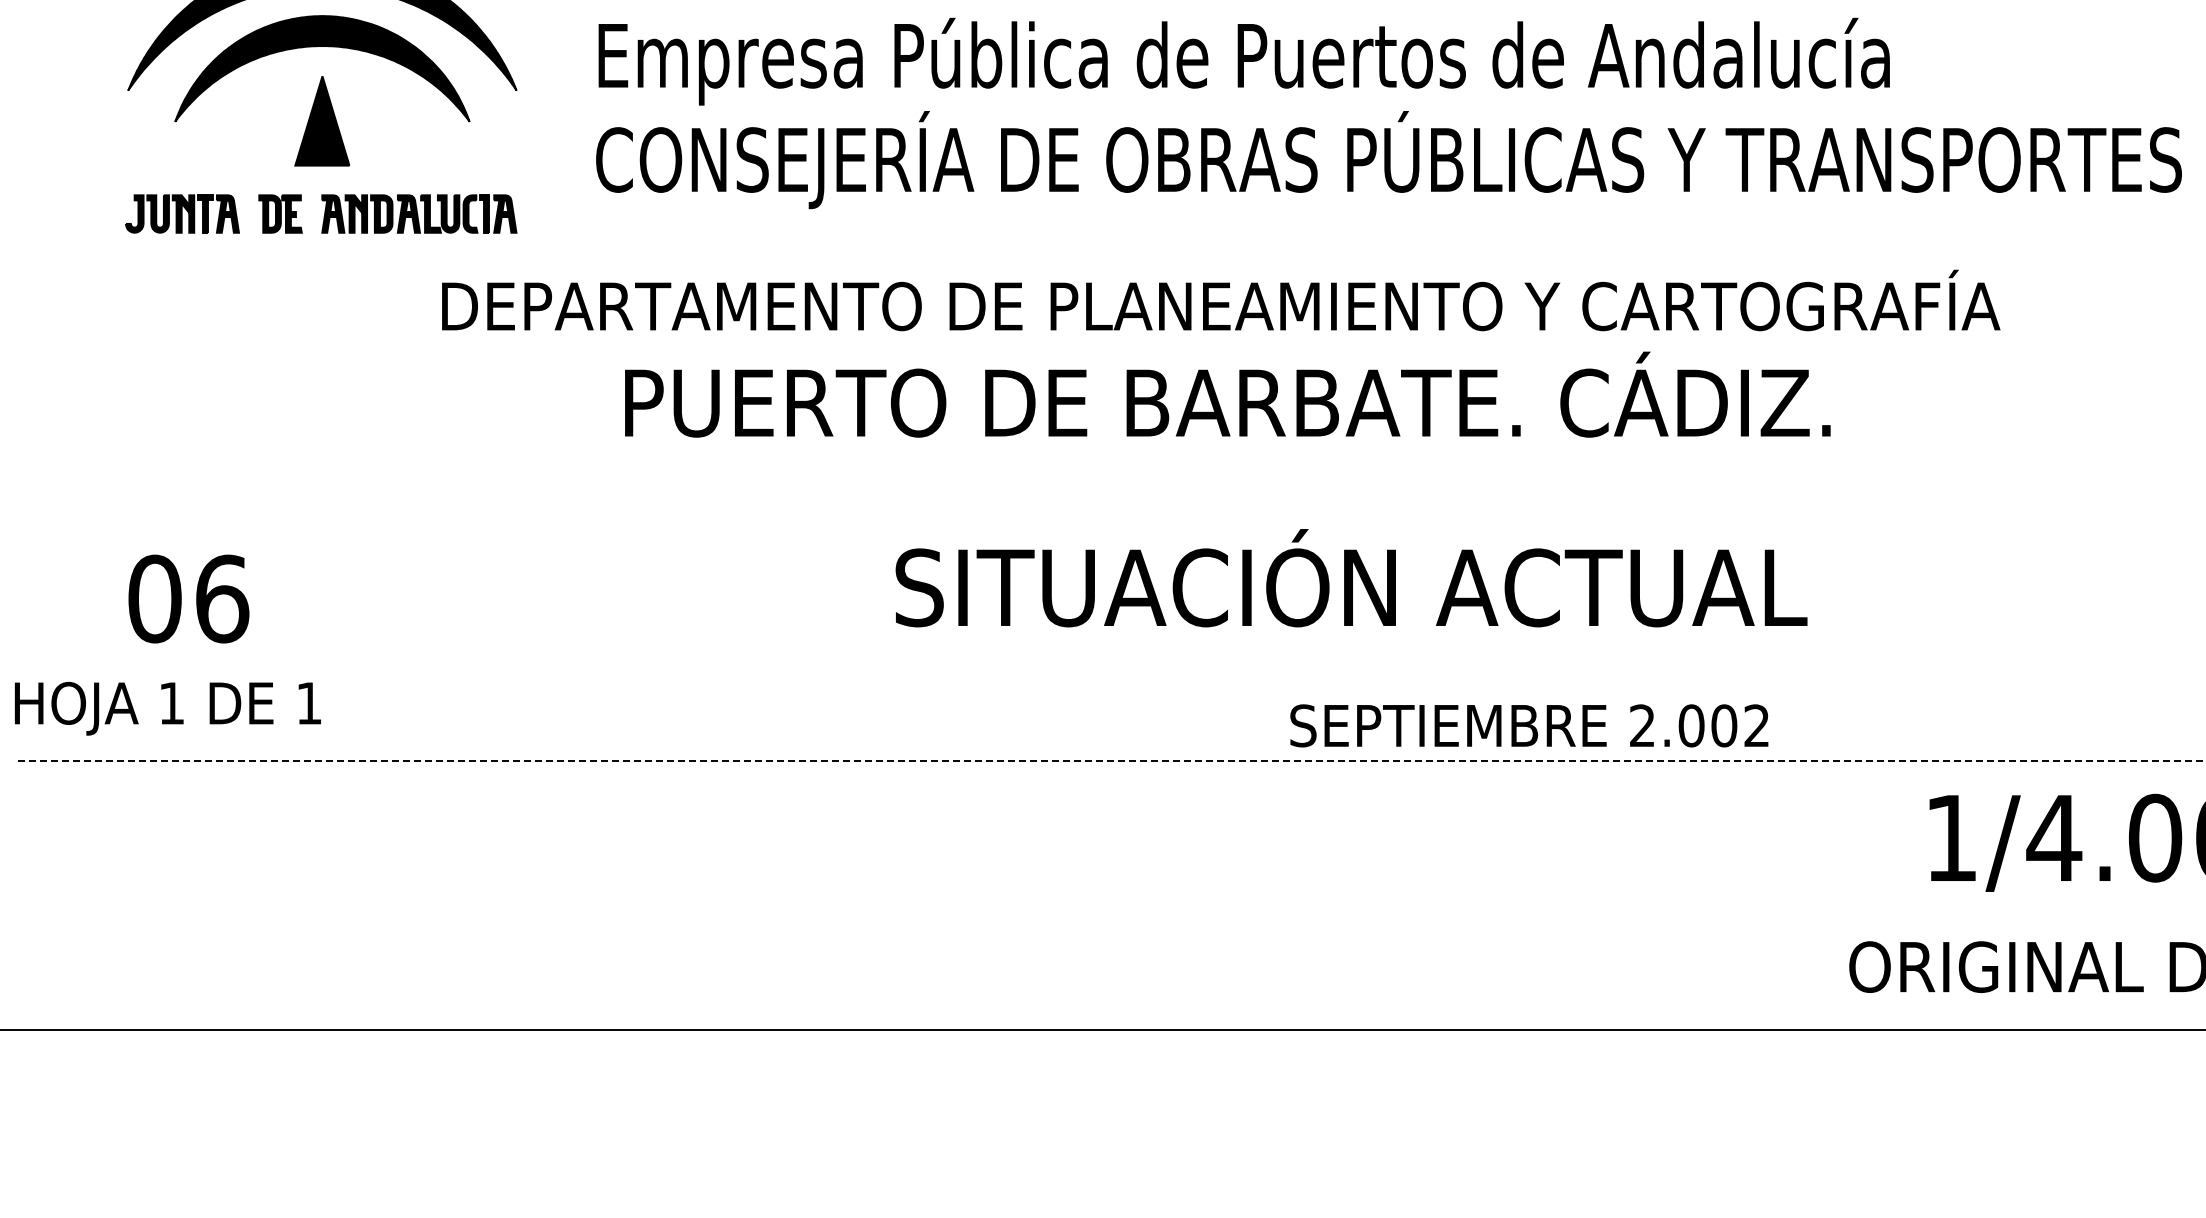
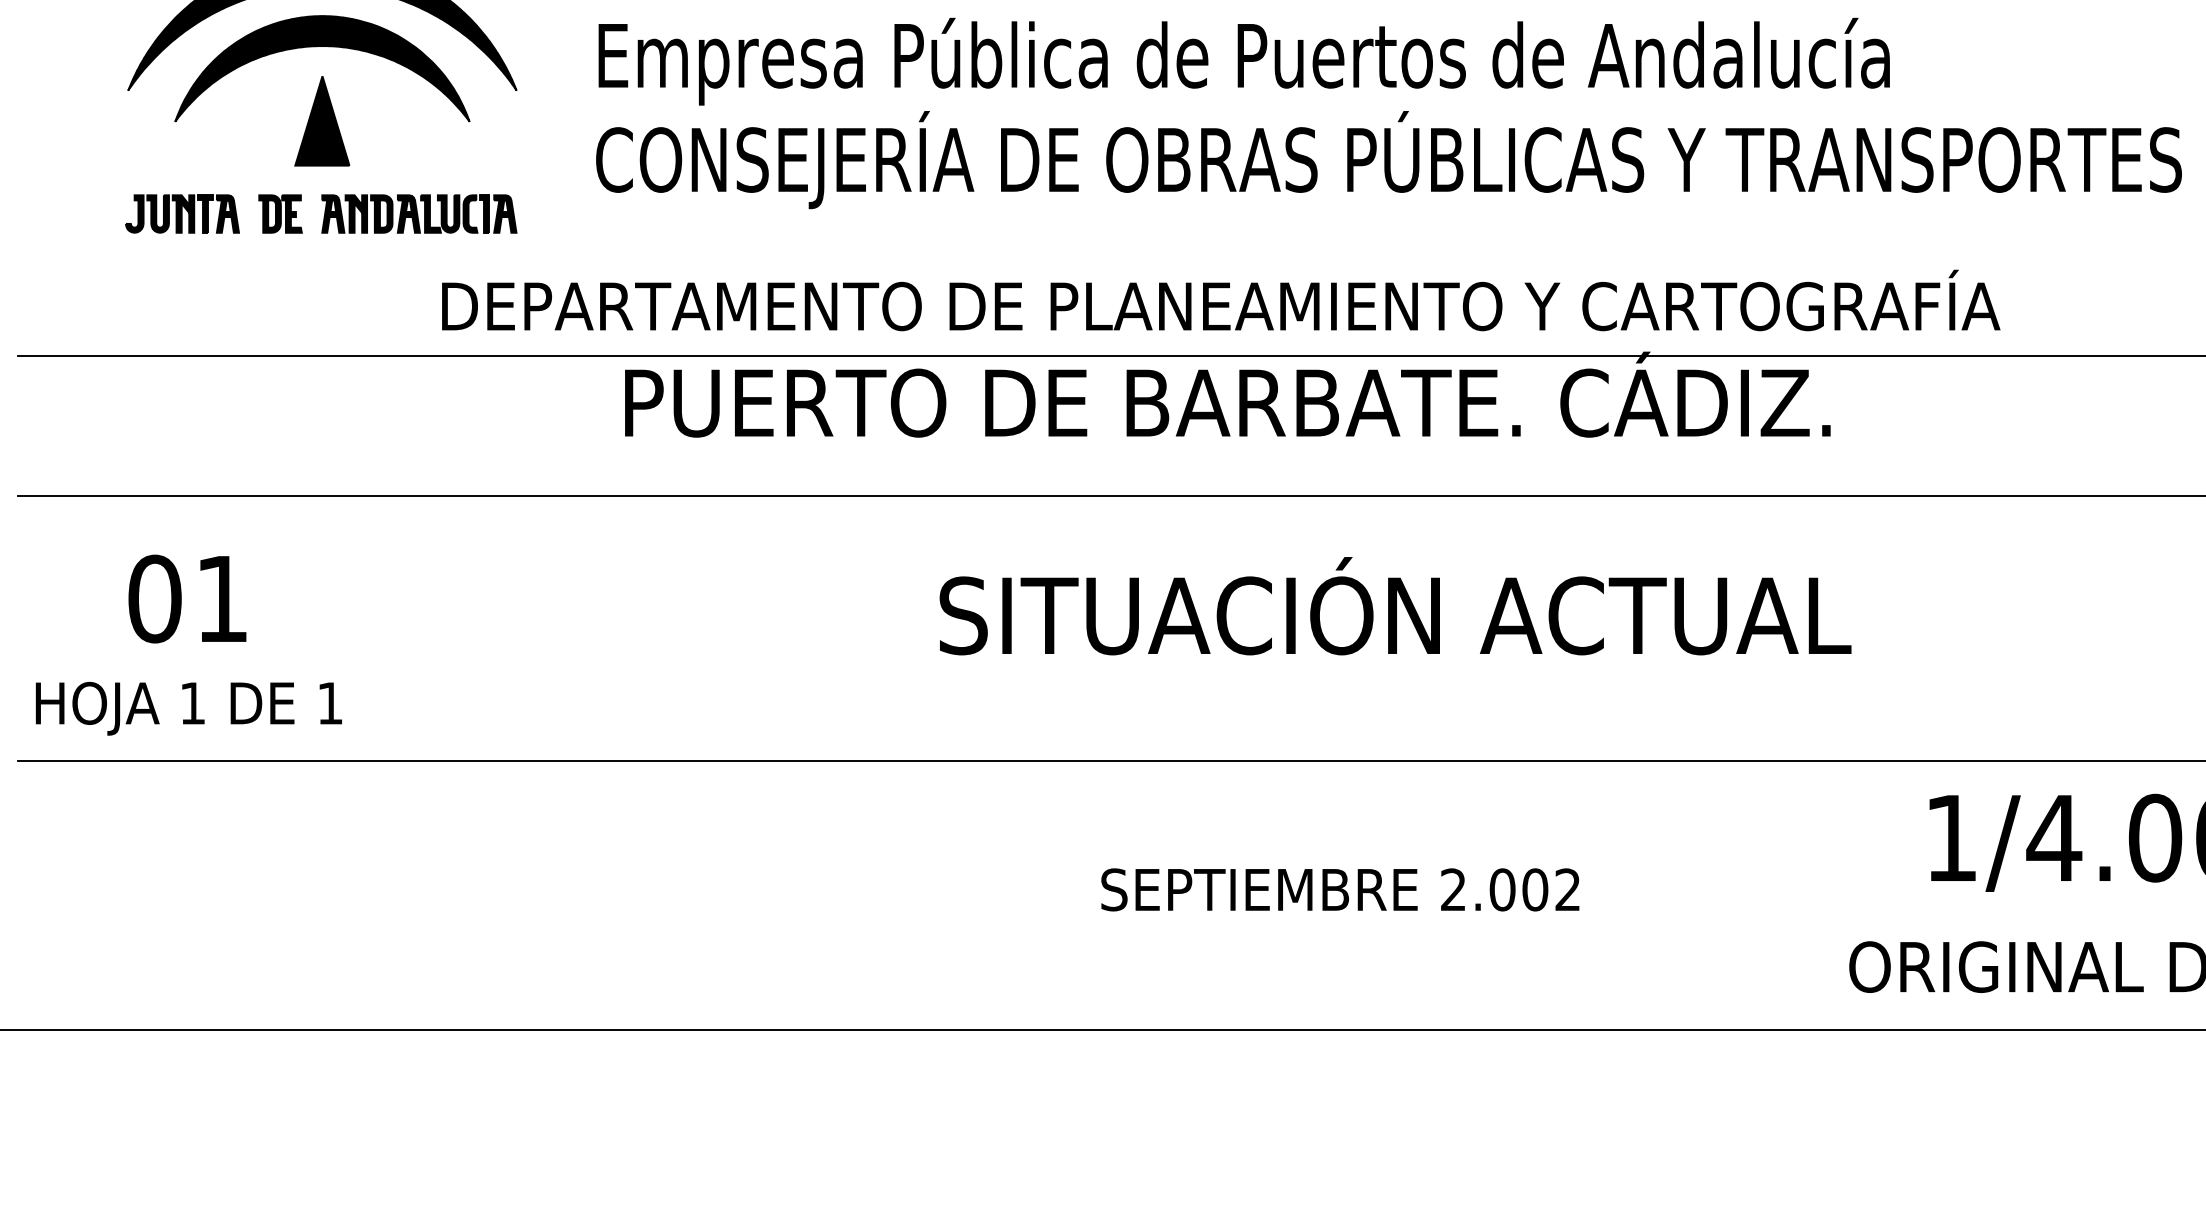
line at (1109, 355): none -> present
line at (1109, 496): none -> present
text at (1351, 578) position: (1351, 578) -> (1395, 606)
text at (222, 598): 06 -> 01
text at (167, 708) position: (167, 708) -> (188, 708)
text at (1529, 725) position: (1529, 725) -> (1340, 889)
line at (1112, 760): dashed -> solid
